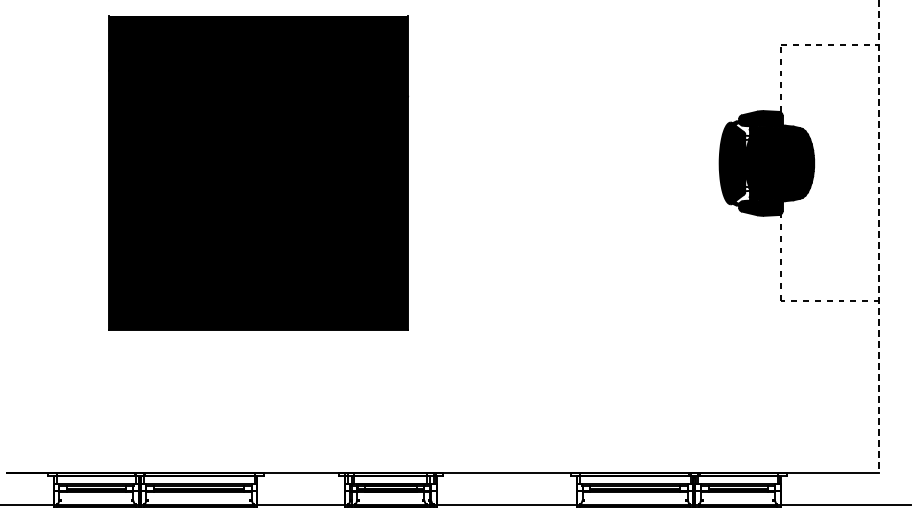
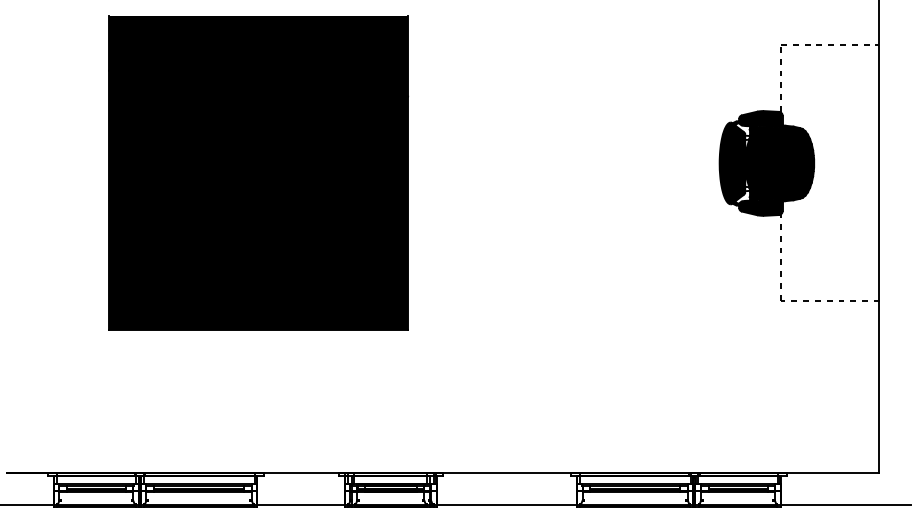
line at (879, 237): dashed -> solid
